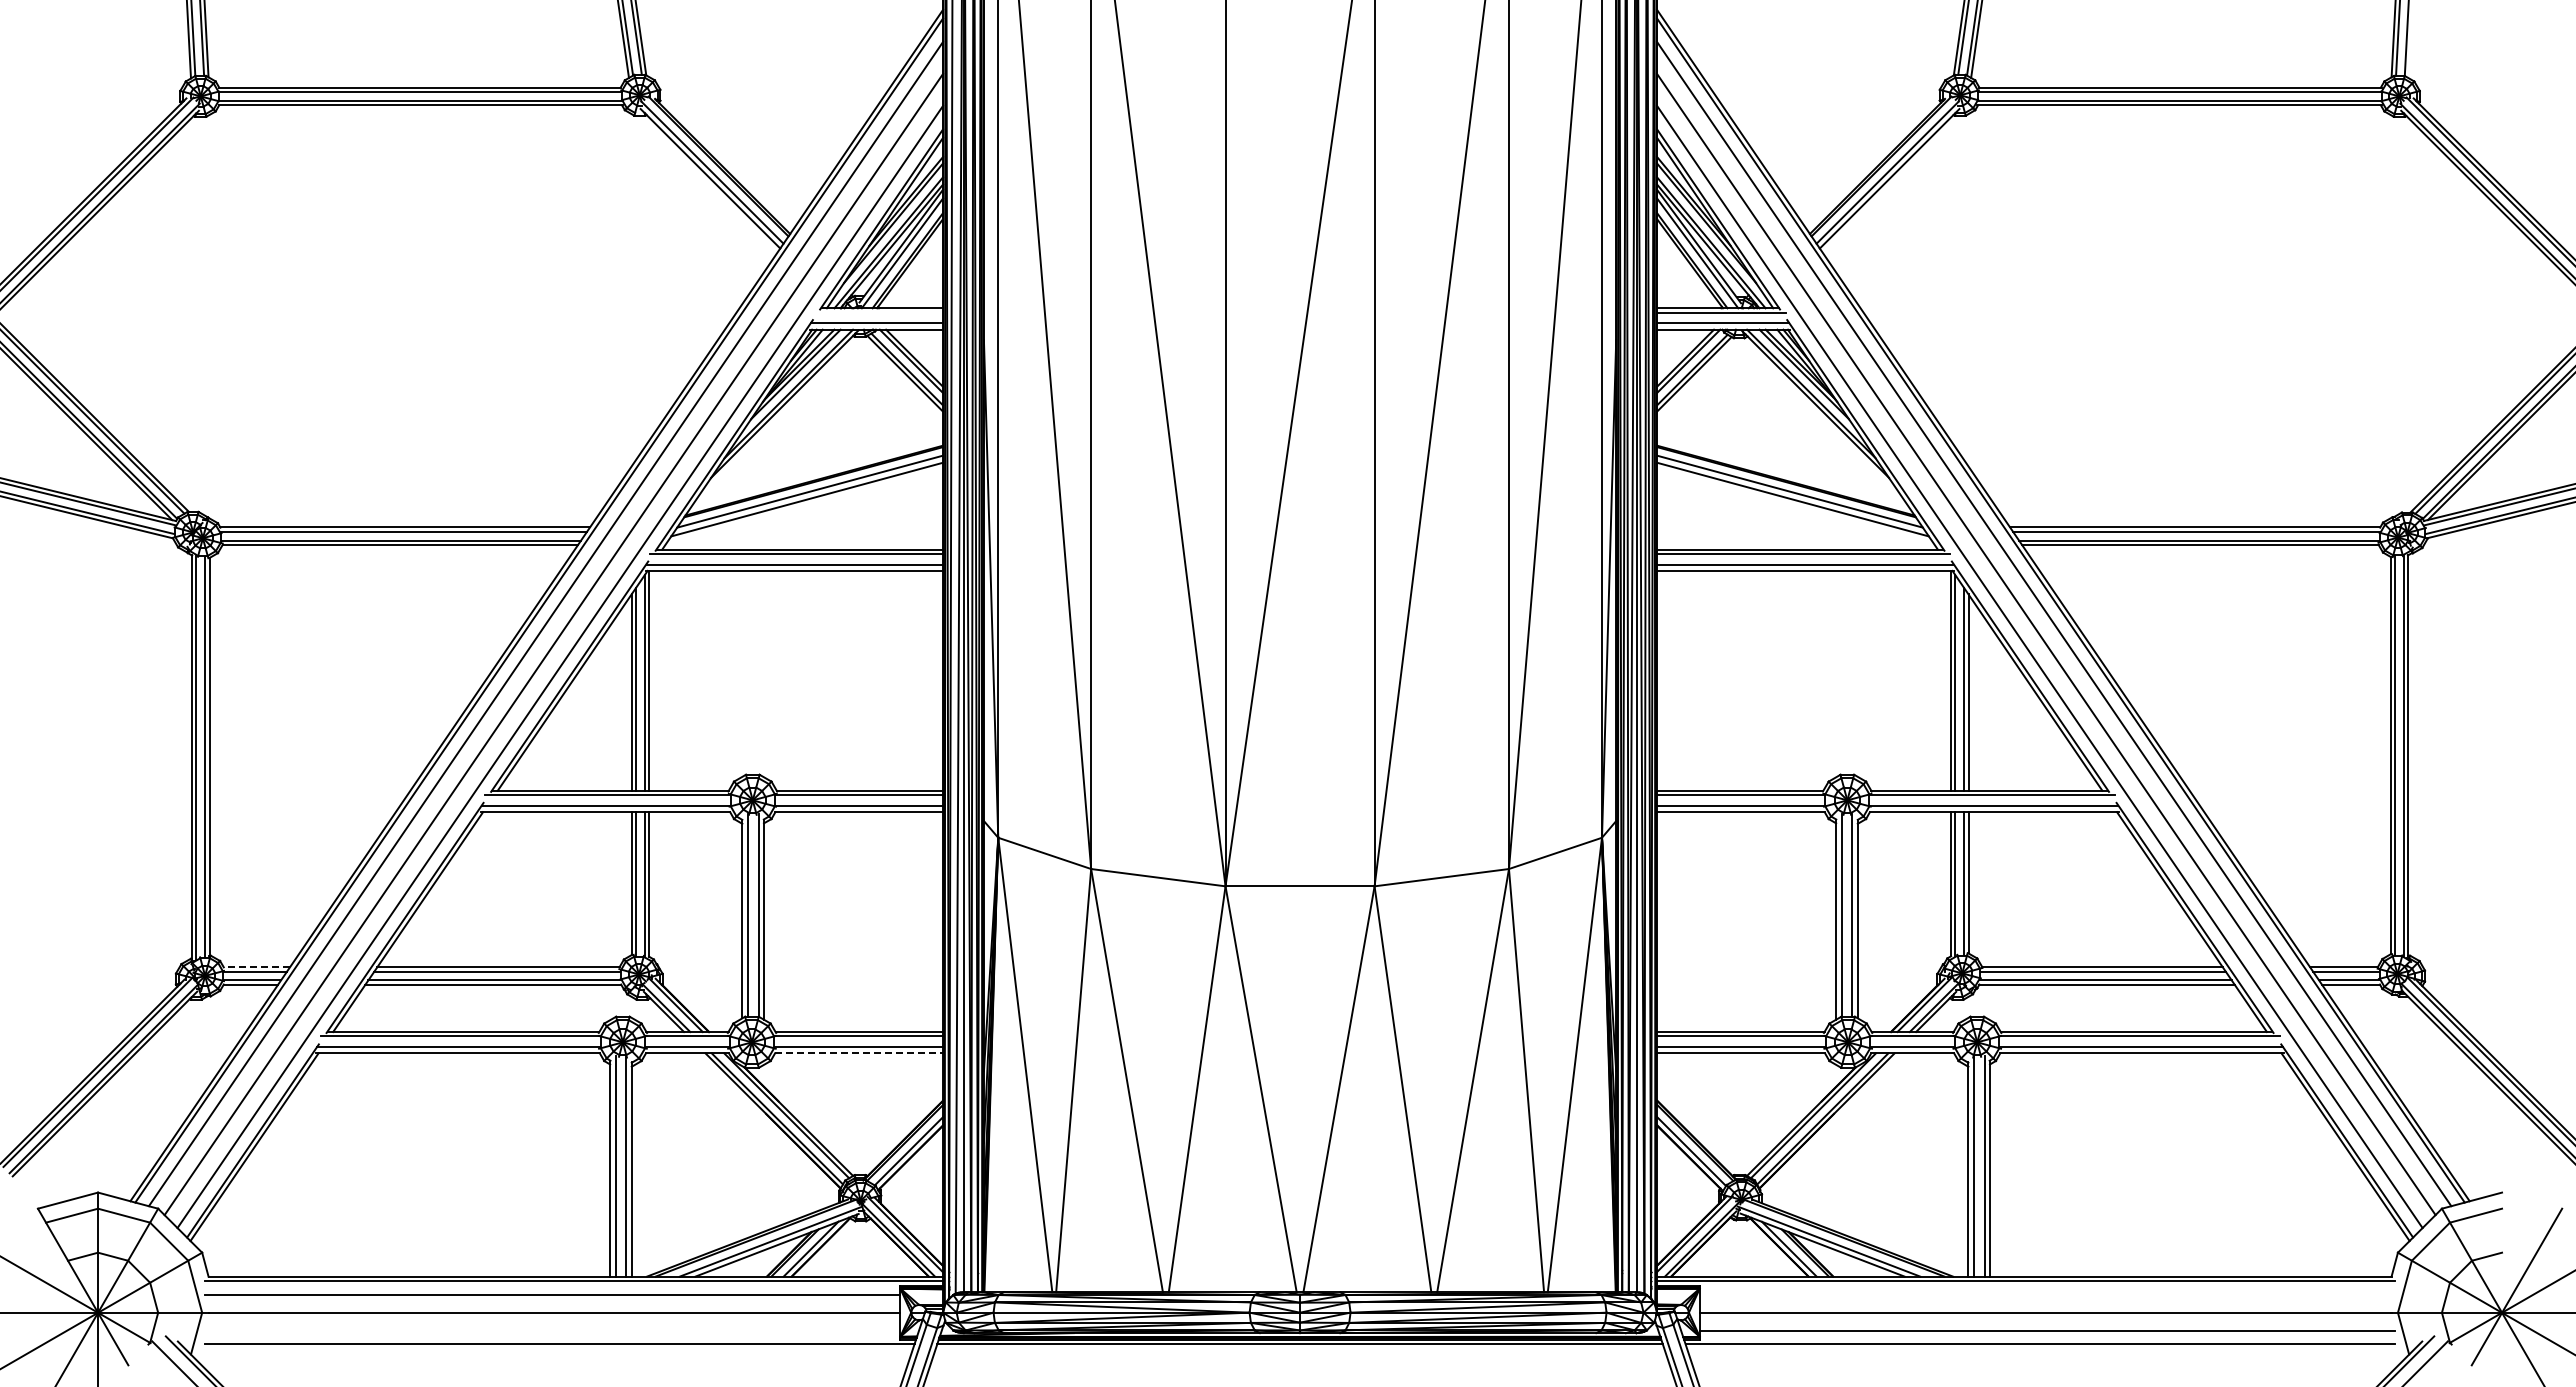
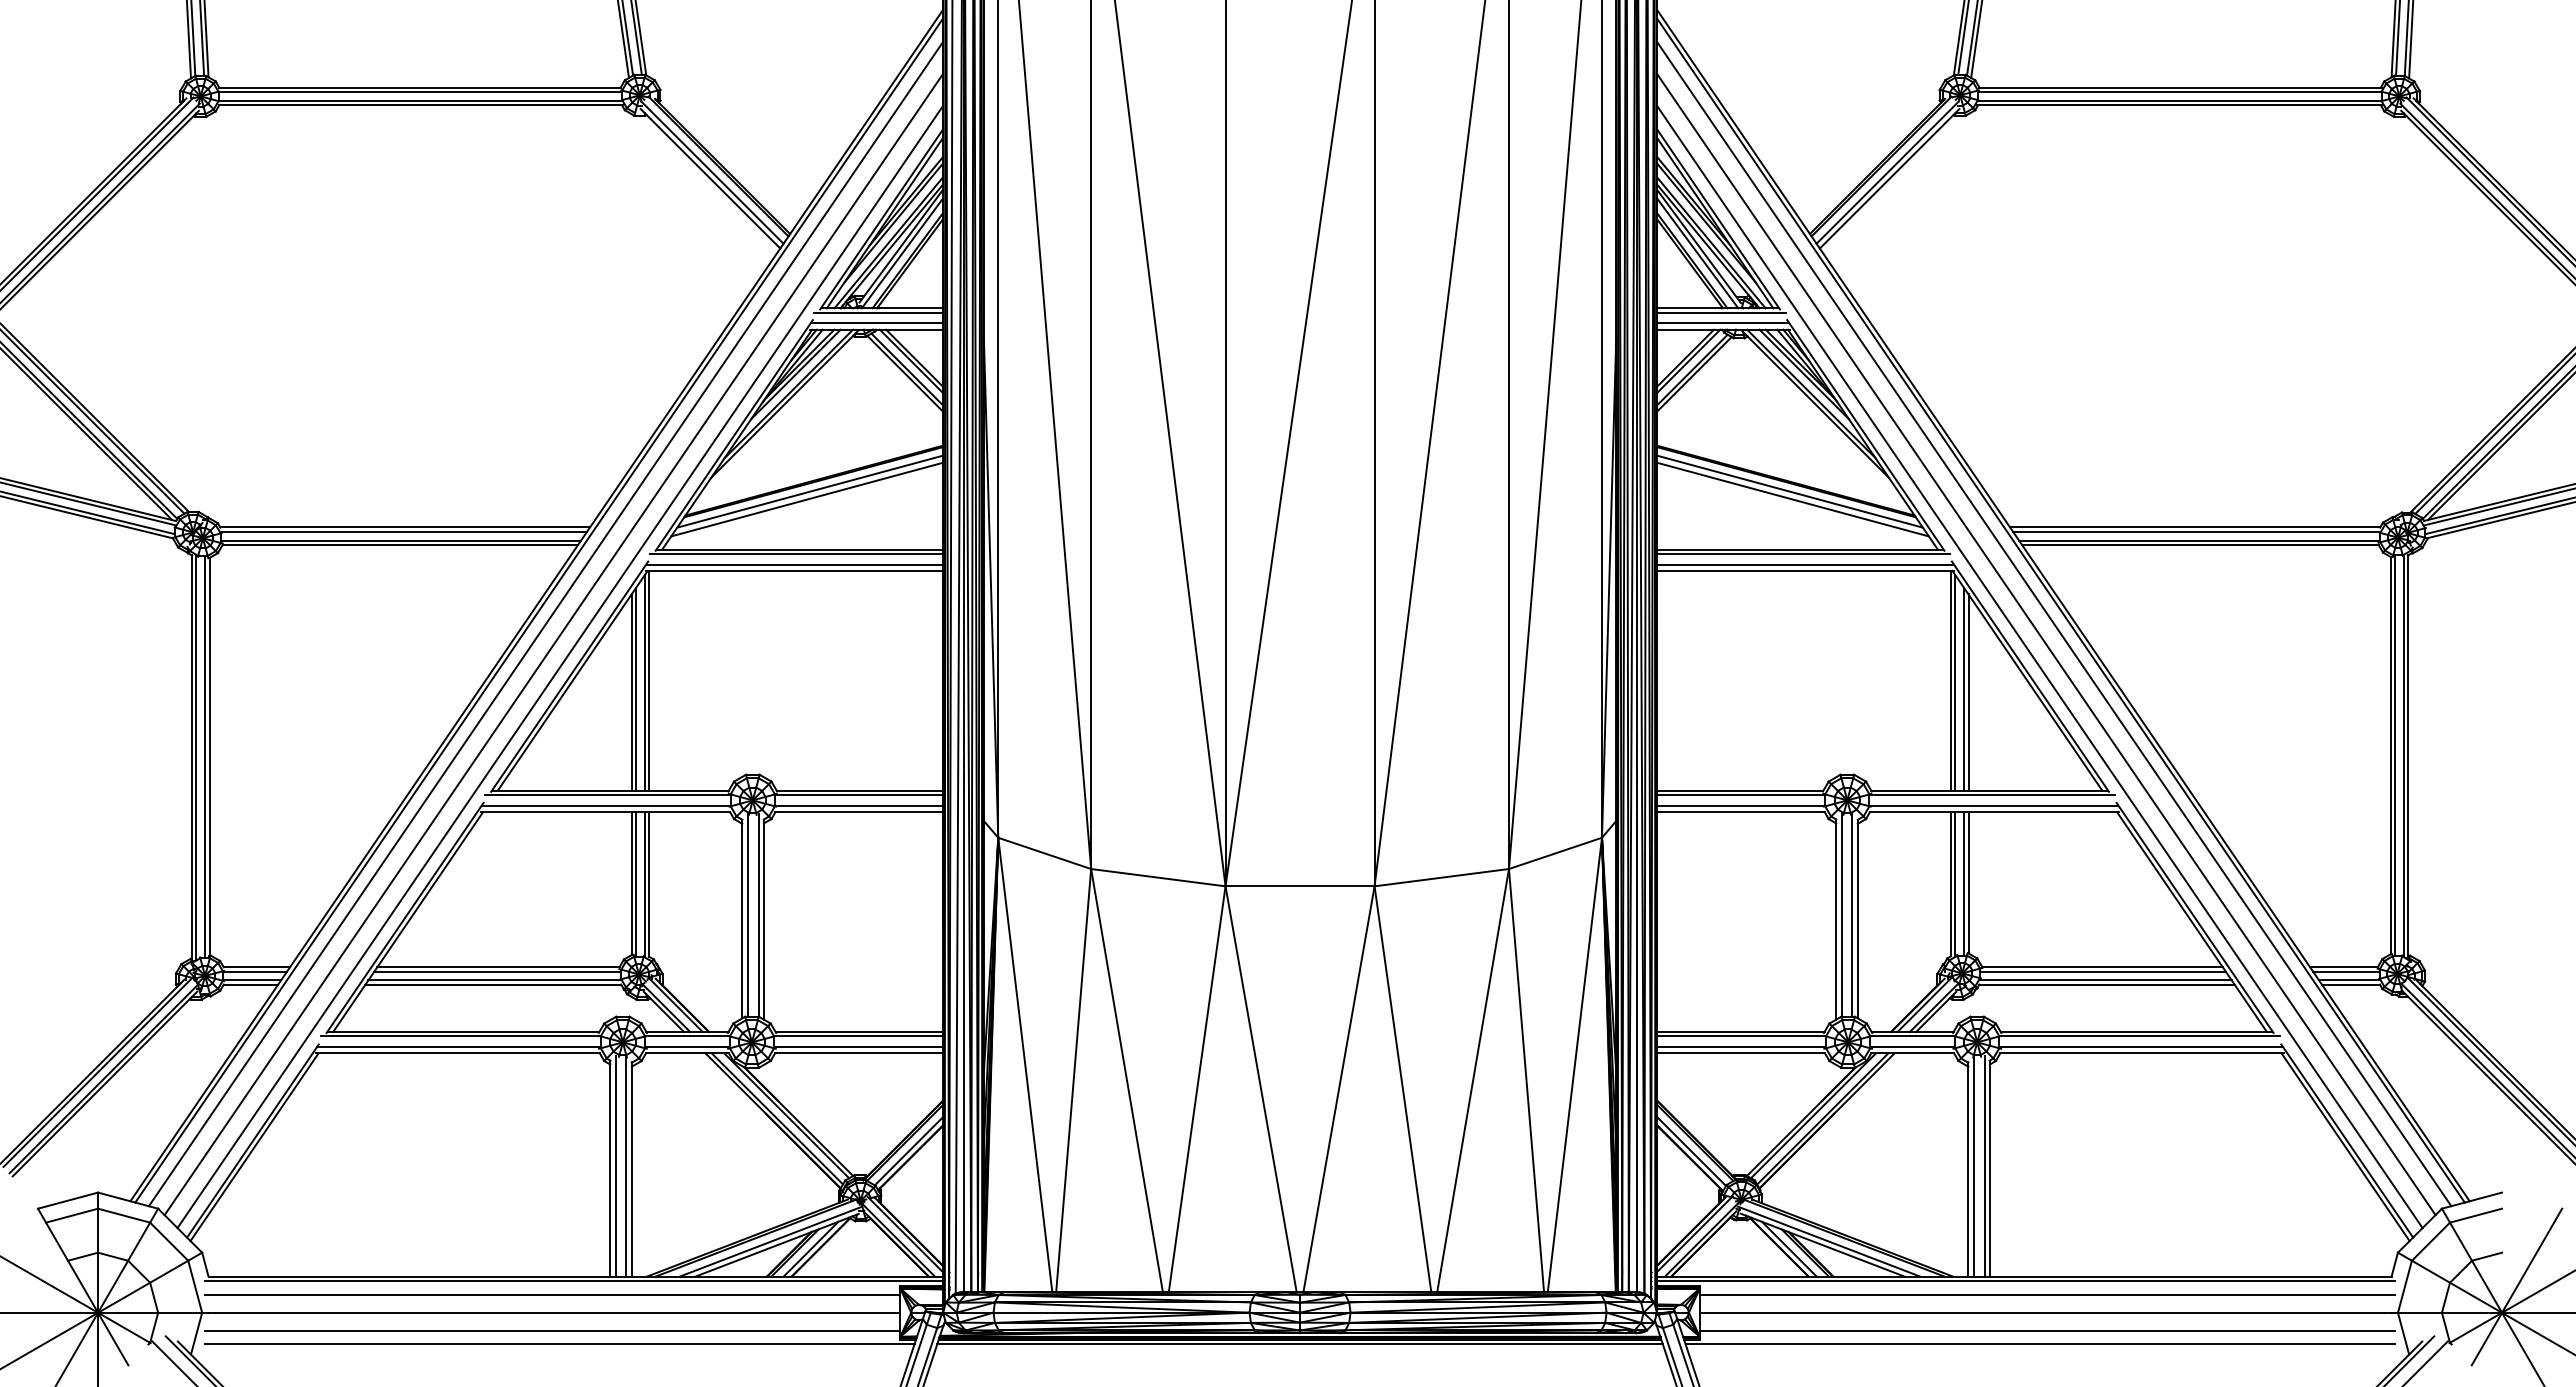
line at (2411, 40): none -> present
line at (878, 312): none -> present
line at (256, 967): dashed -> solid
line at (859, 1053): dashed -> solid
line at (2047, 1294): none -> present
line at (552, 1330): none -> present
